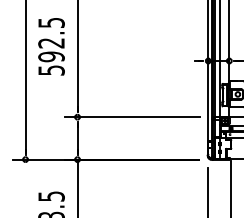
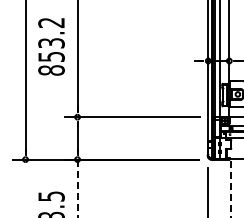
text at (51, 46): 592.5 -> 853.2
line at (77, 188): solid -> dashed
line at (231, 189): solid -> dashed
